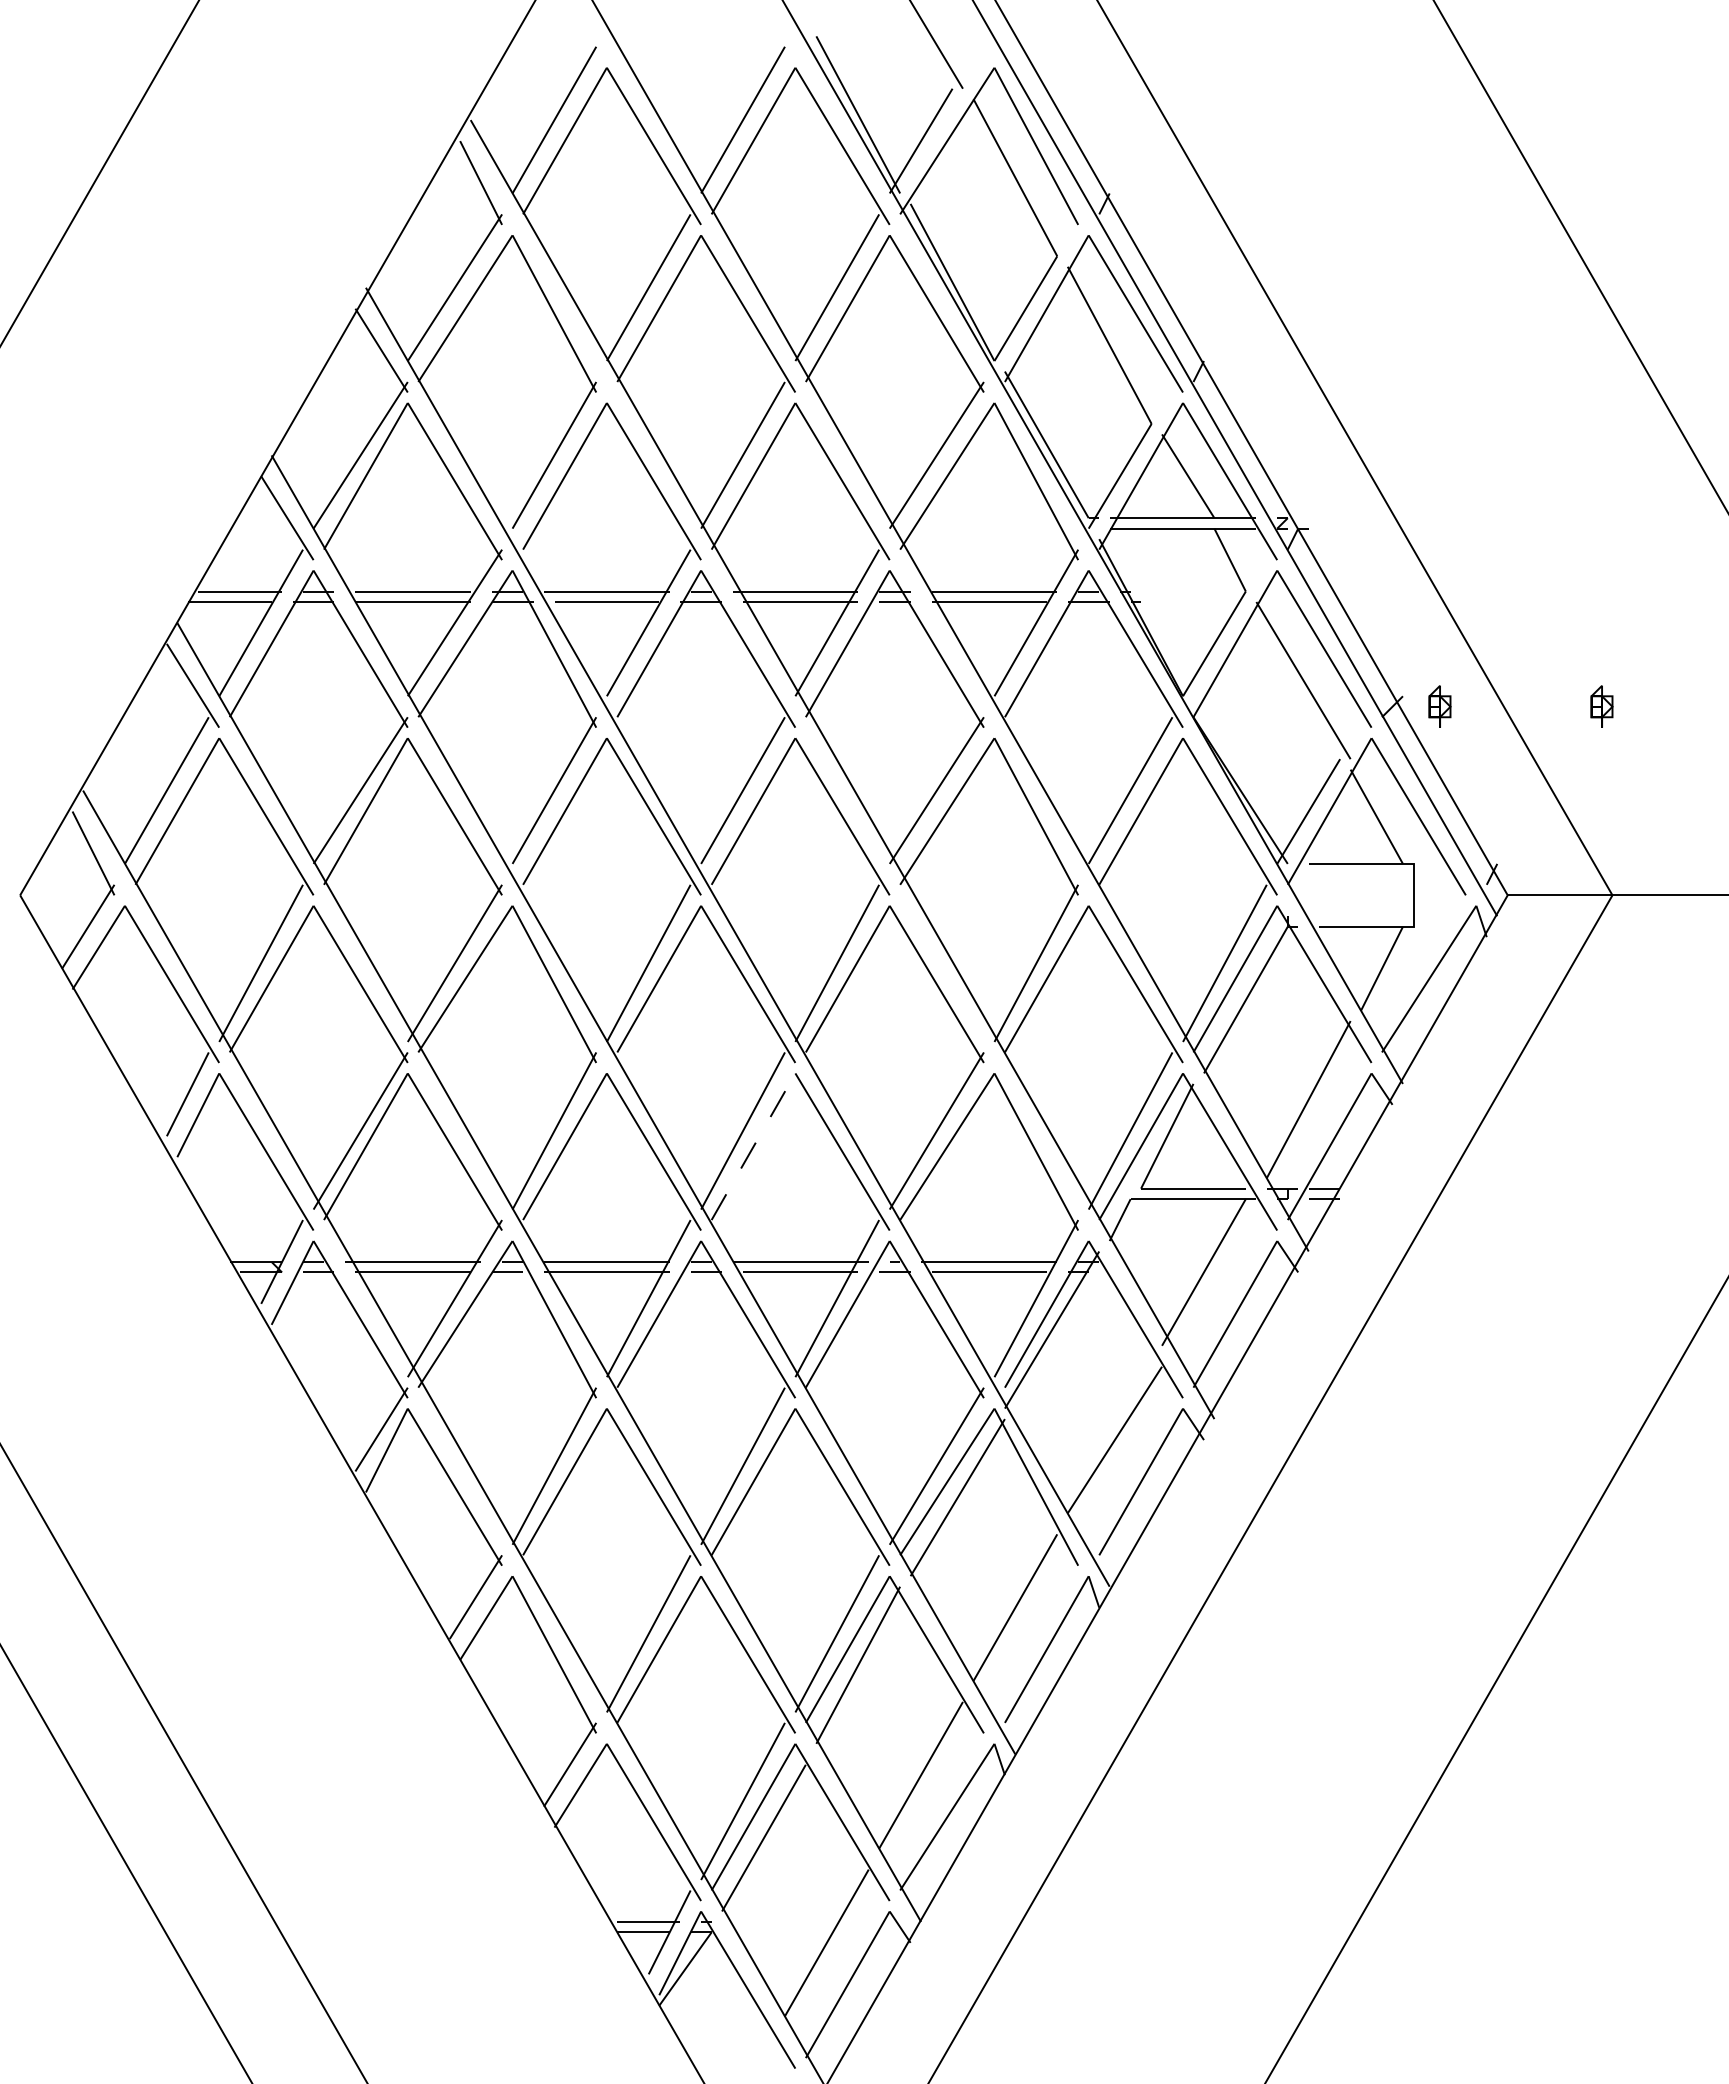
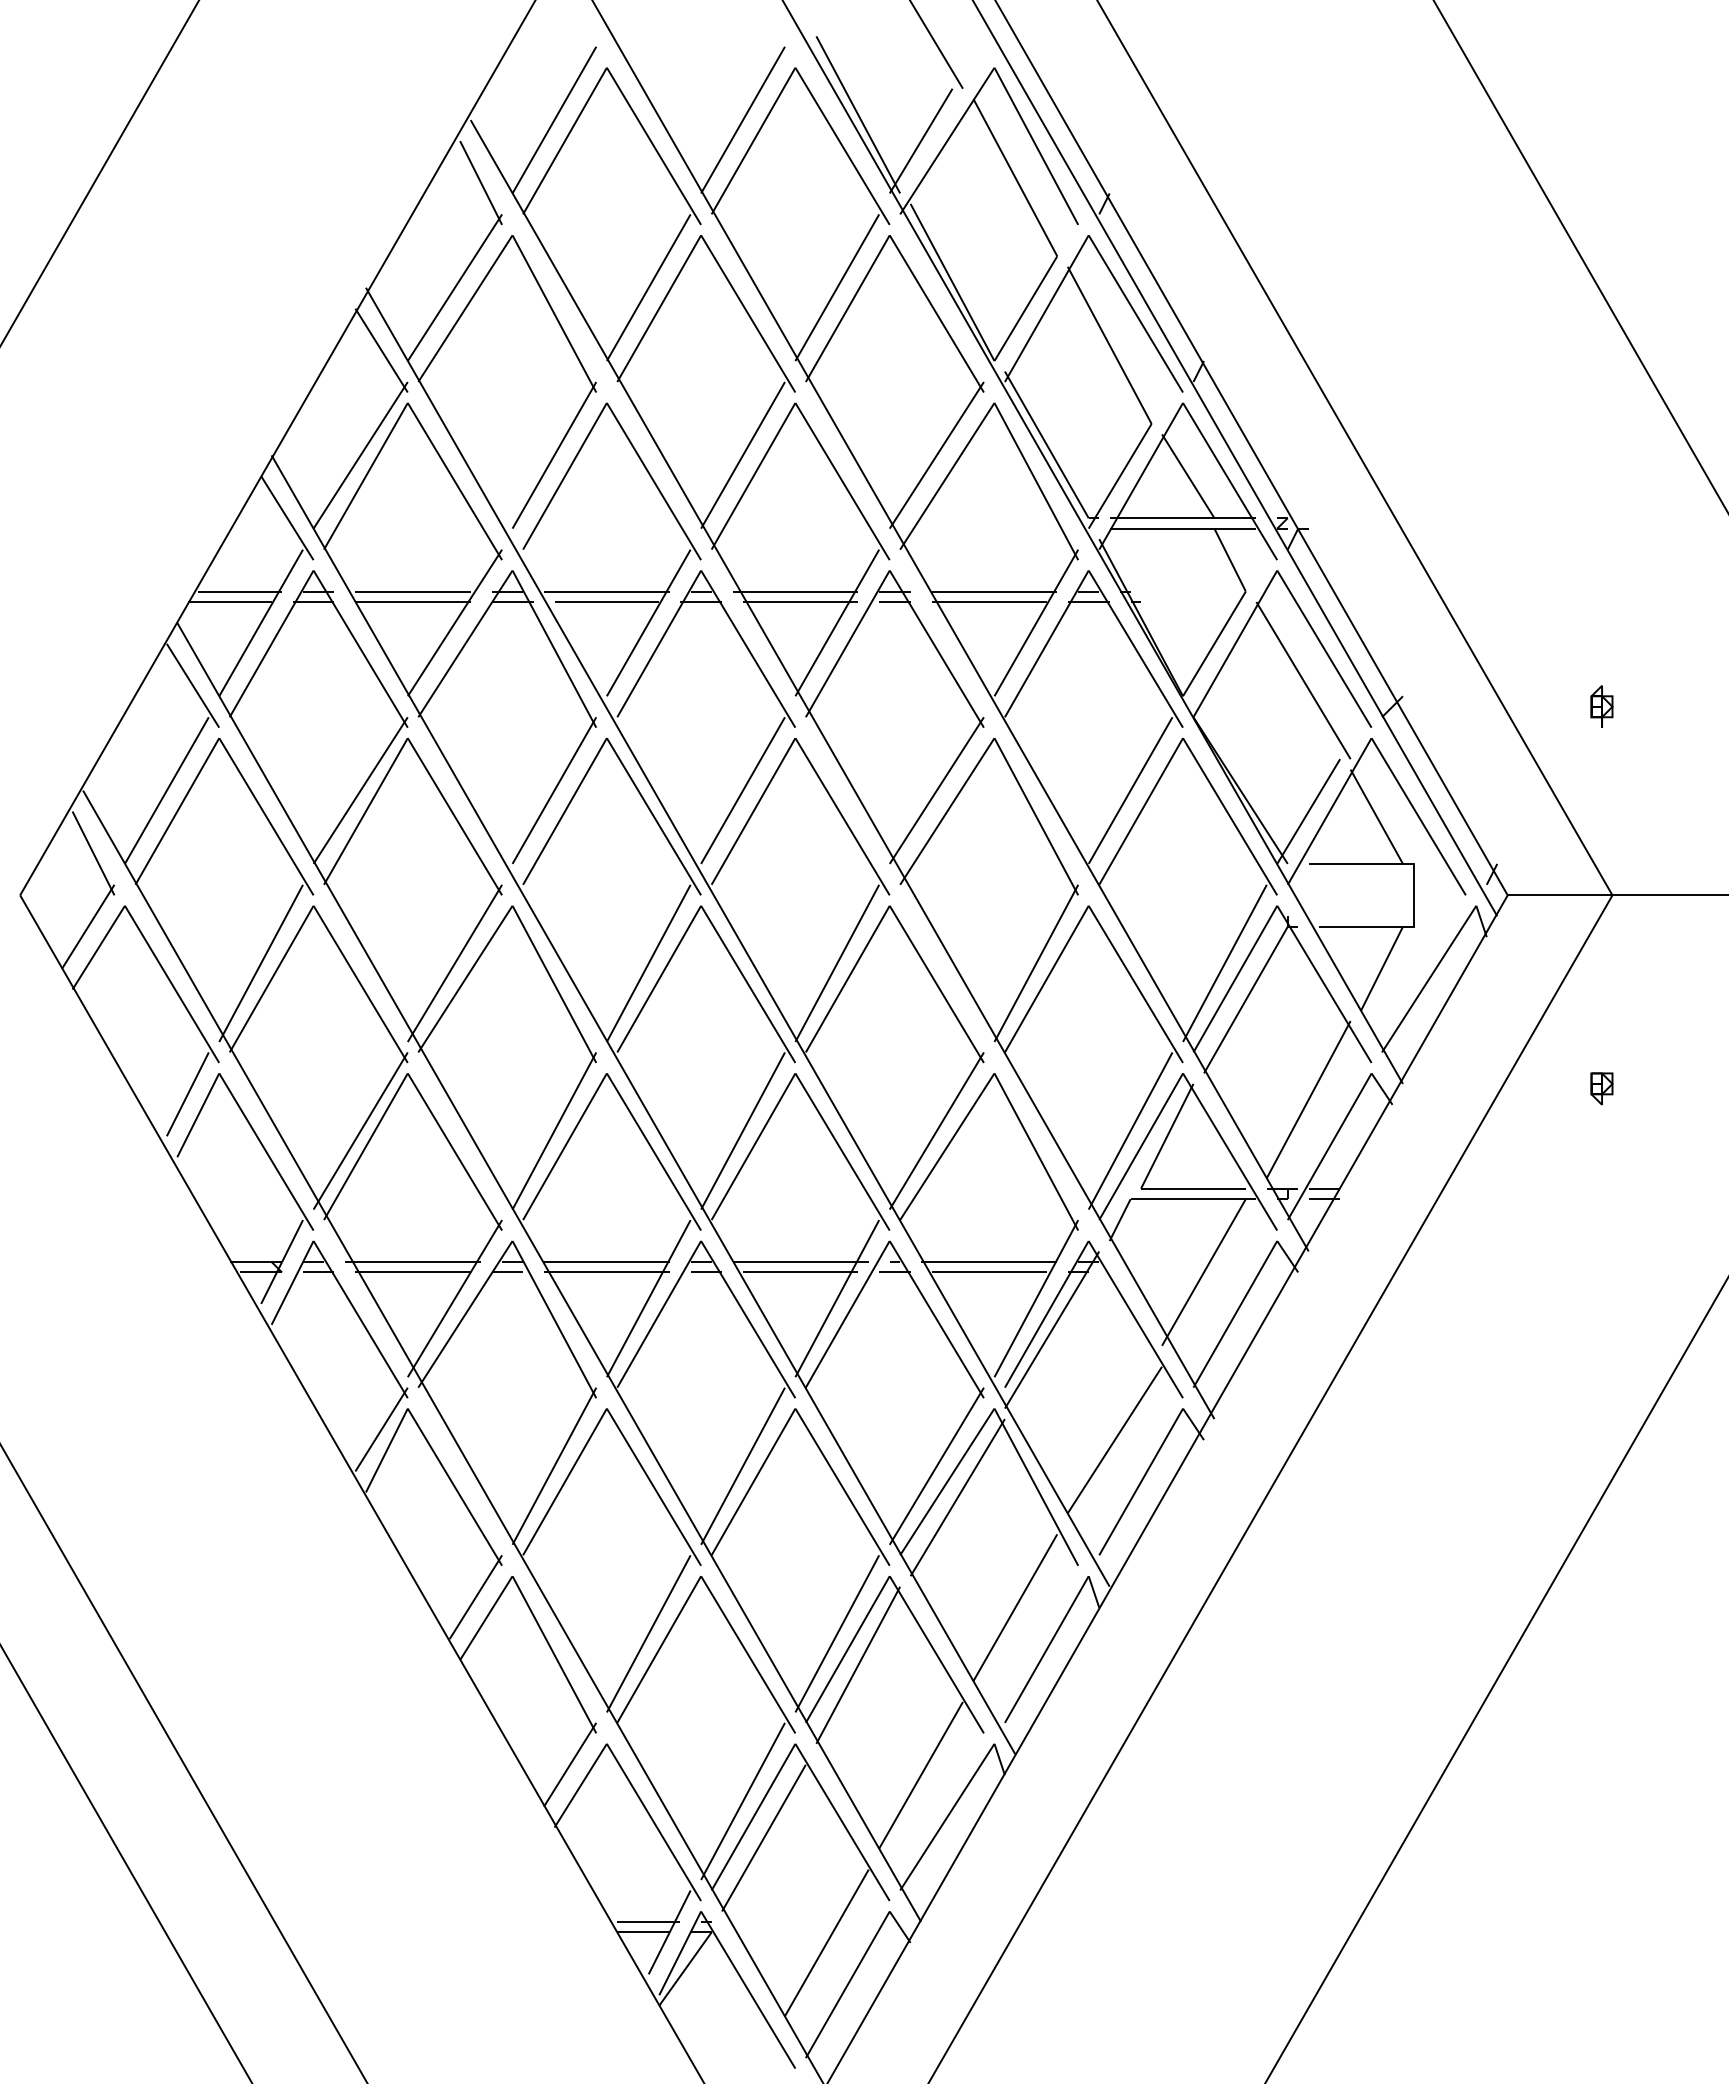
part at (1439, 706): present -> none
part at (1601, 1088): none -> present
line at (753, 1146): dashed -> solid
